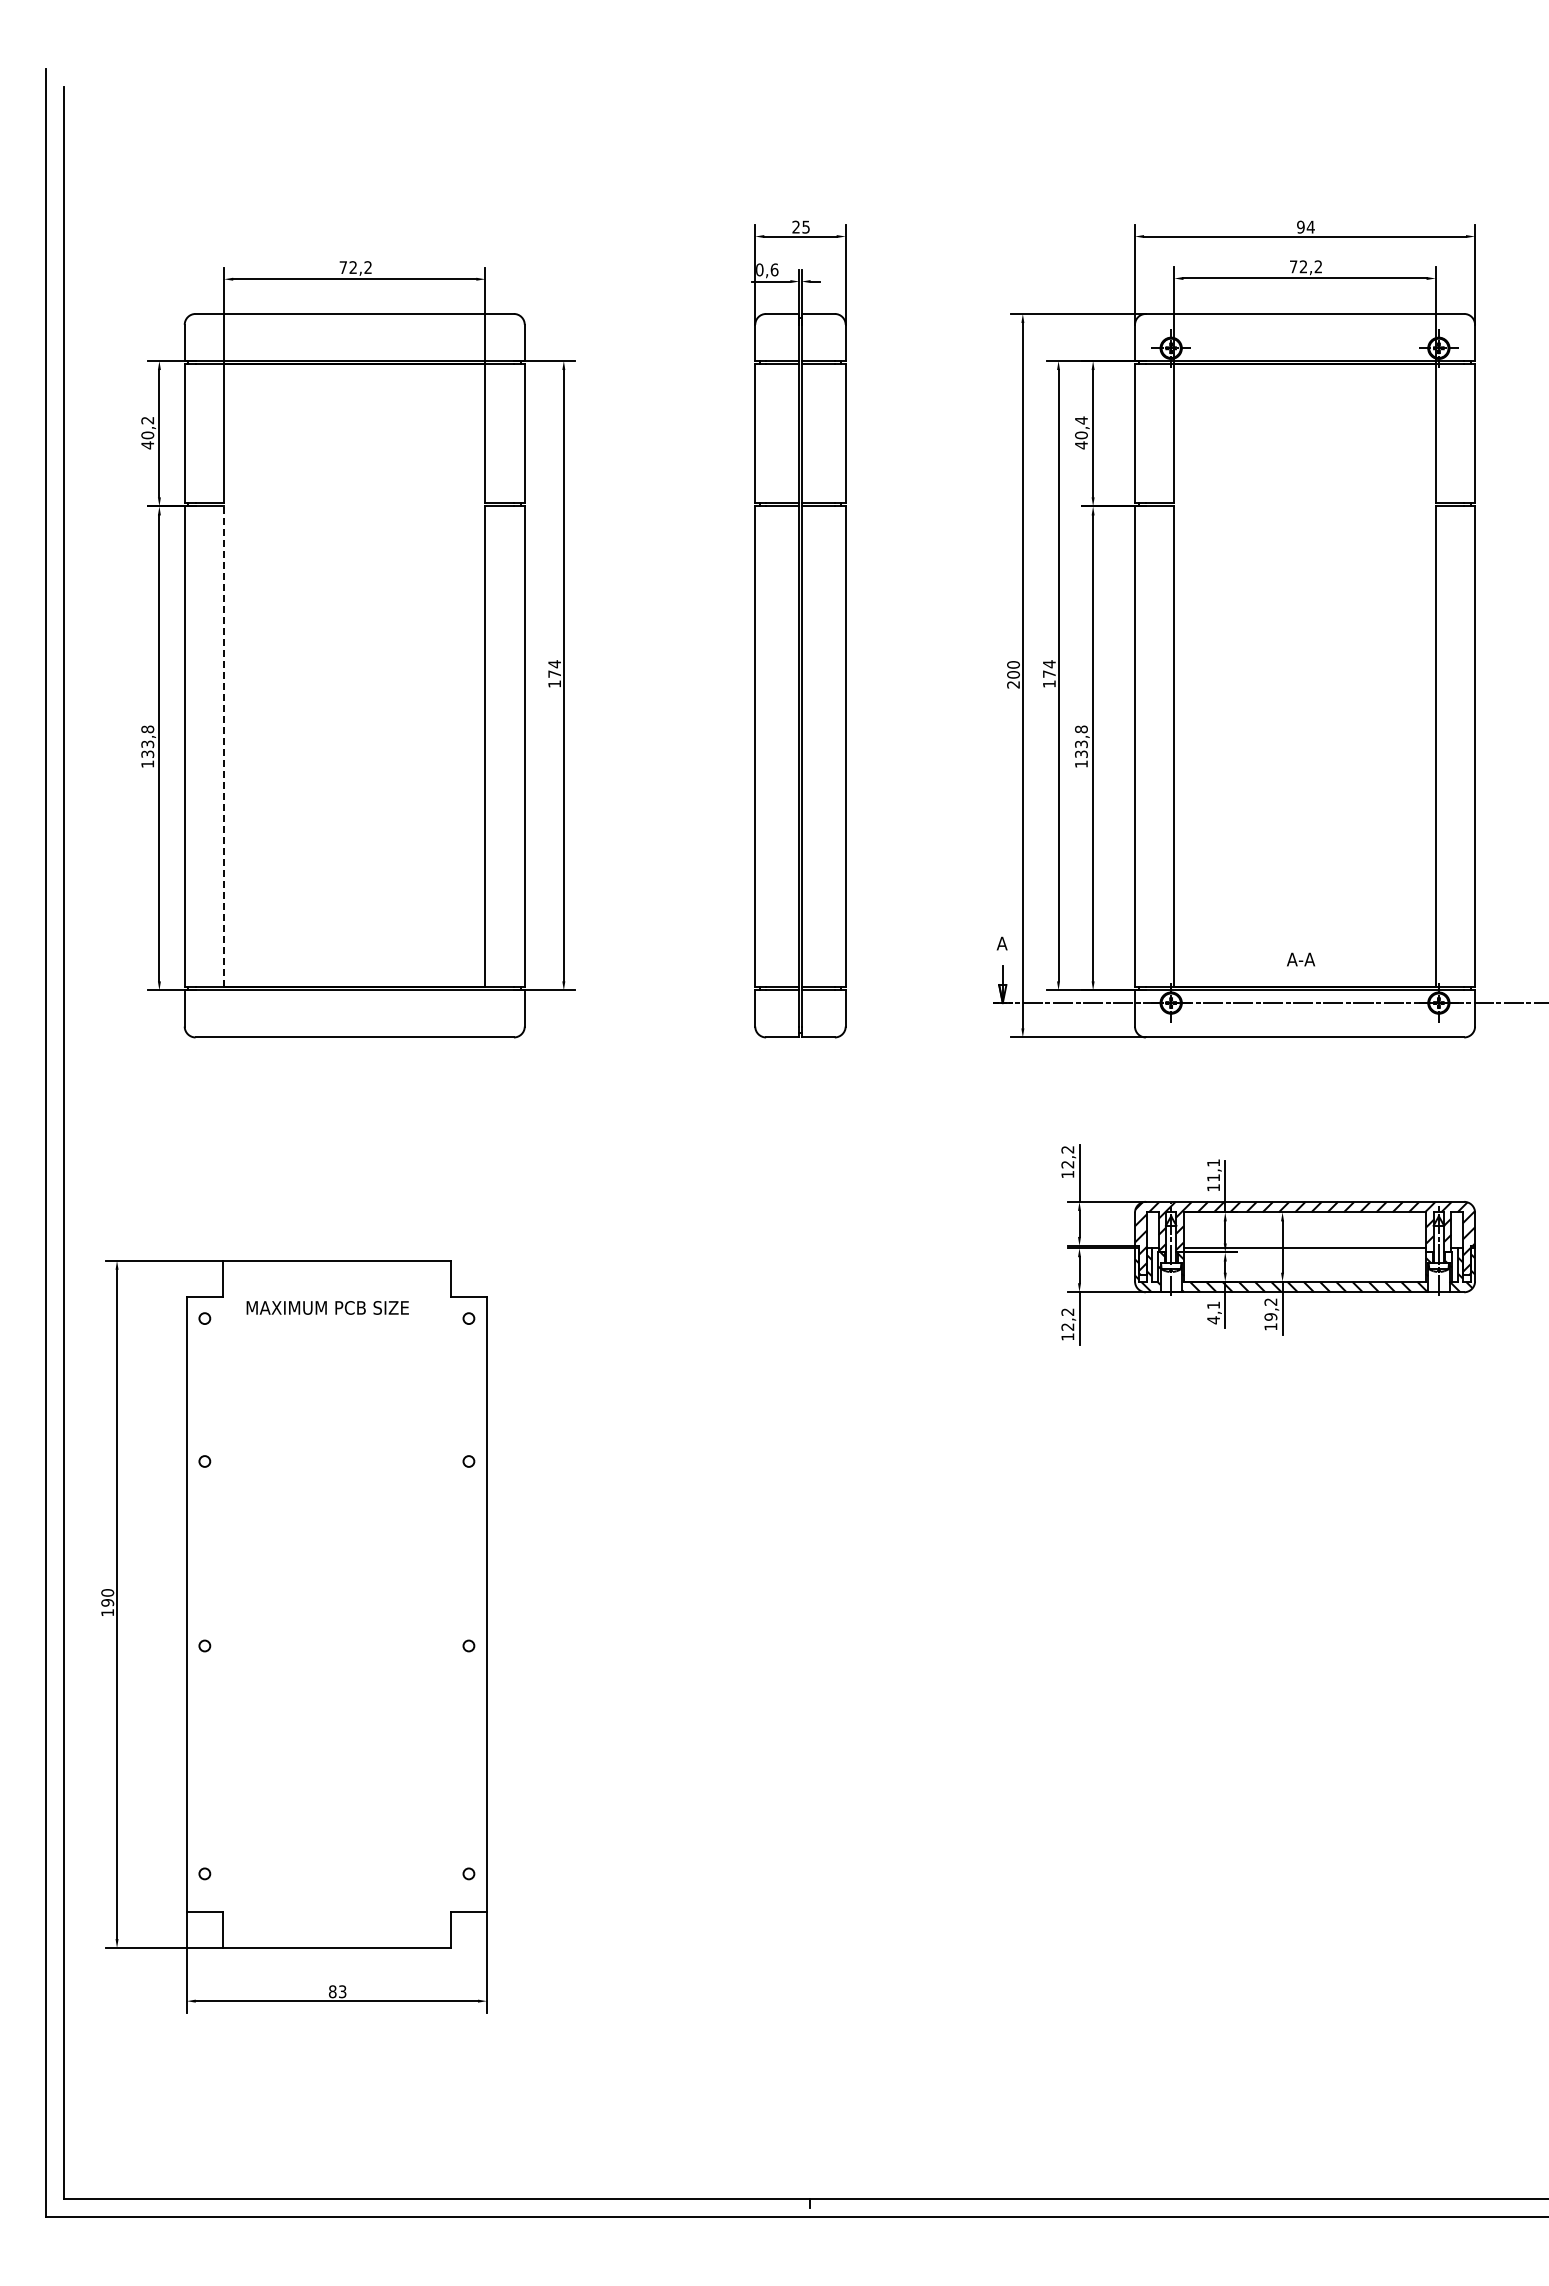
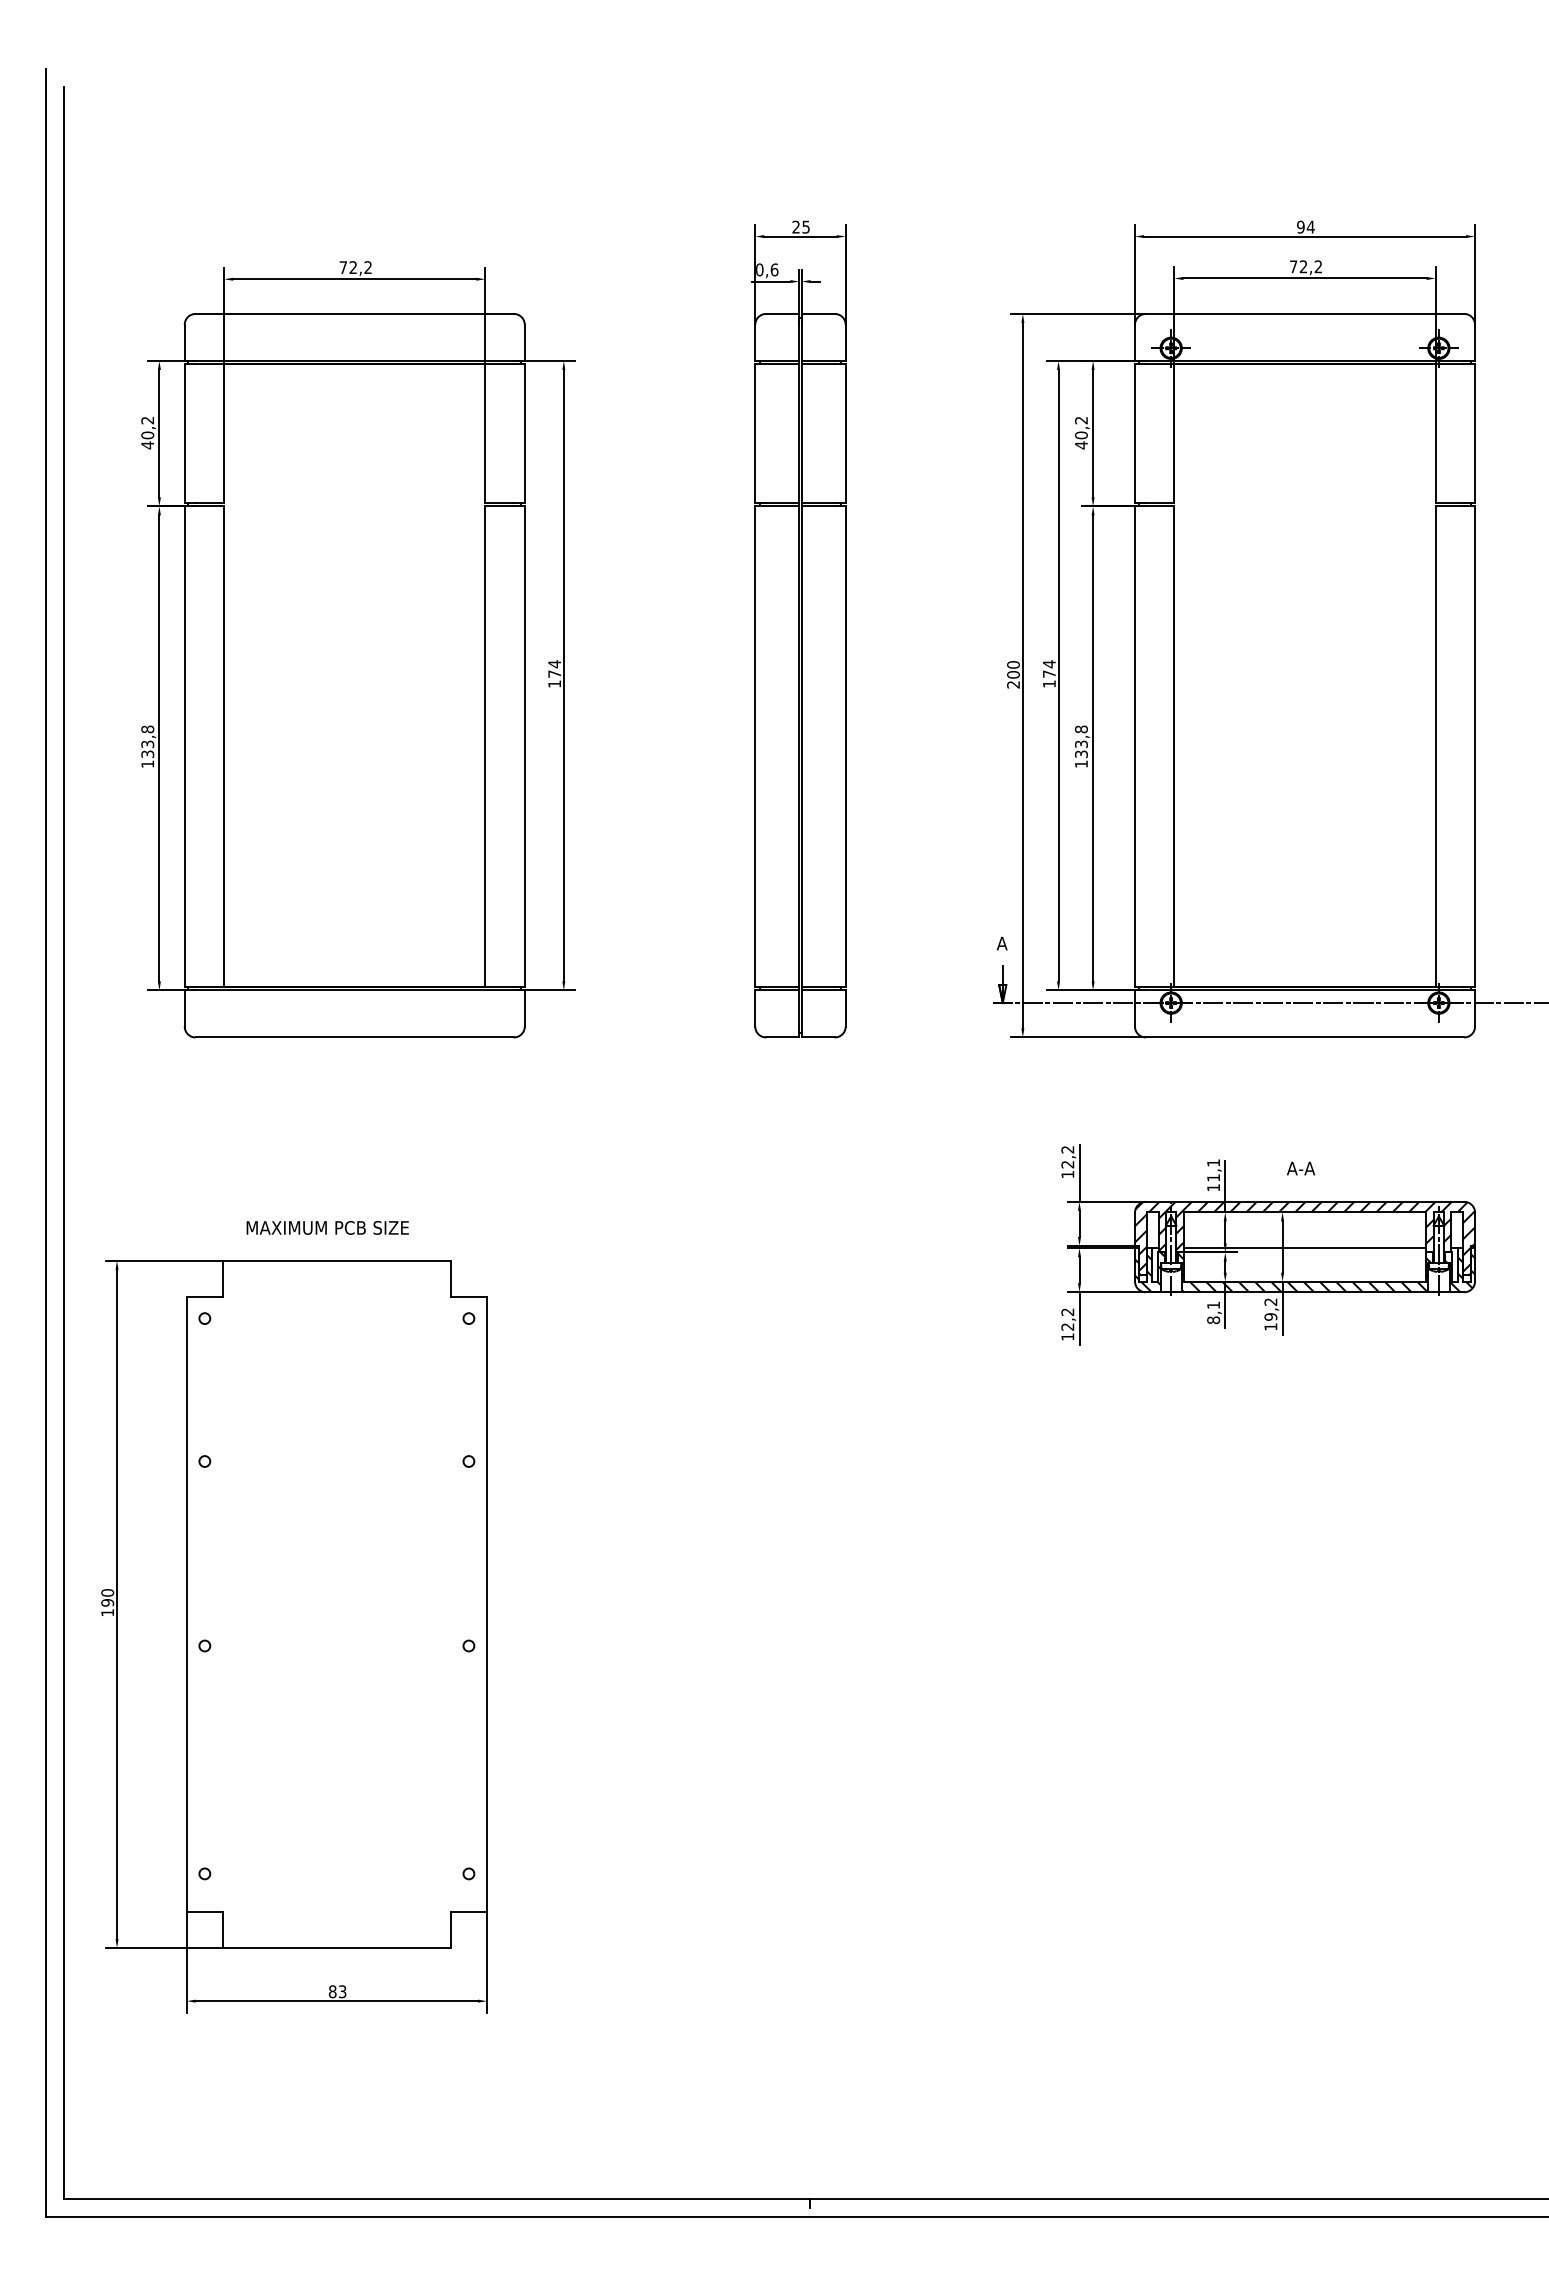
text at (1081, 420): 40,4 -> 40,2
line at (224, 746): dashed -> solid
text at (1300, 959) position: (1300, 959) -> (1300, 1168)
text at (327, 1307) position: (327, 1307) -> (327, 1227)
text at (1213, 1320): 4,1 -> 8,1
